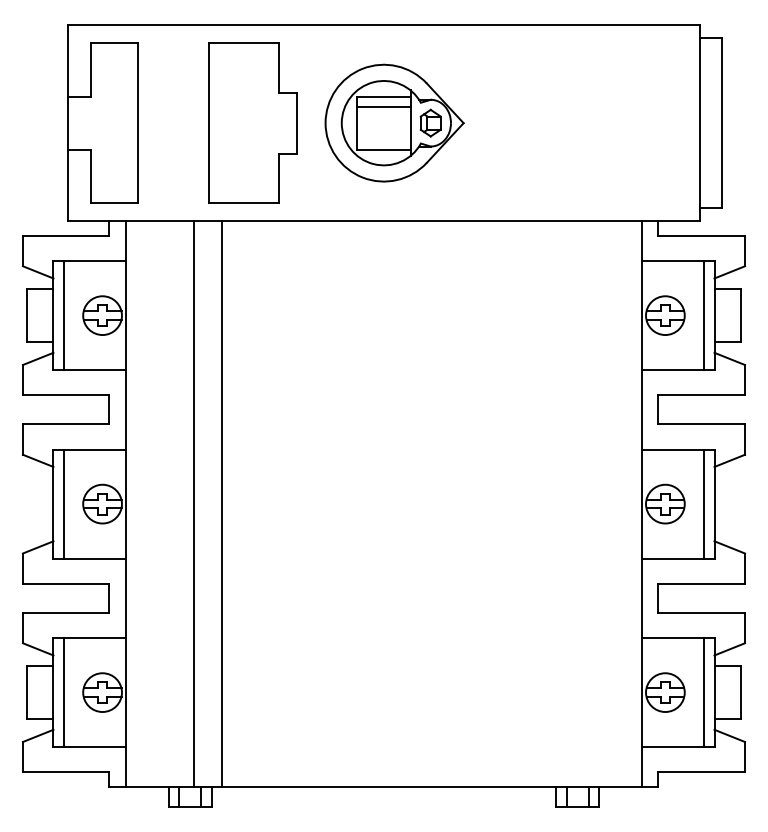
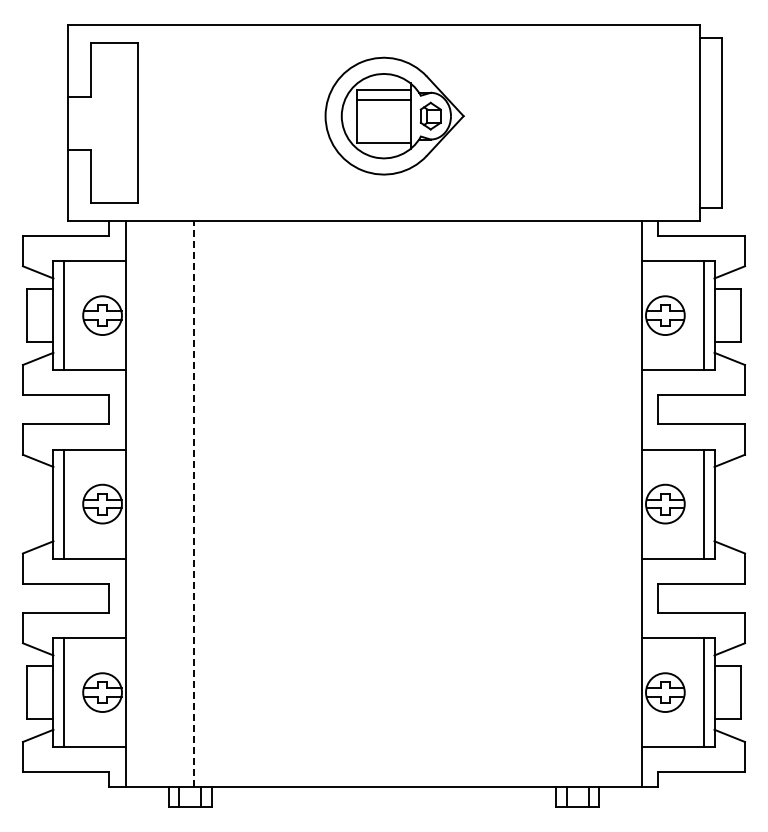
part at (252, 122): present -> none
part at (394, 122) position: (394, 122) -> (394, 115)
line at (222, 503): present -> none
line at (193, 504): solid -> dashed
